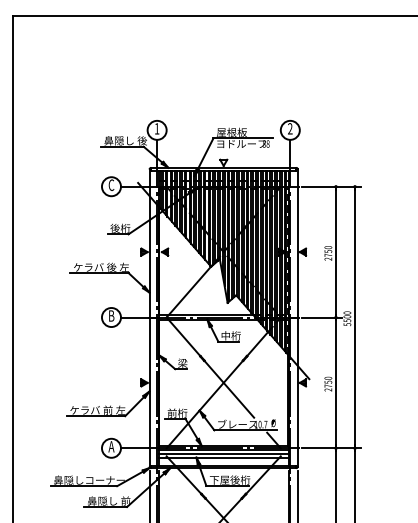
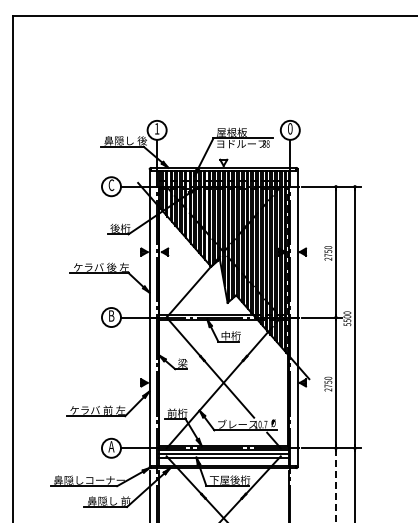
text at (290, 128): 2 -> 0
line at (335, 486): solid -> dashed
line at (297, 495): present -> none
